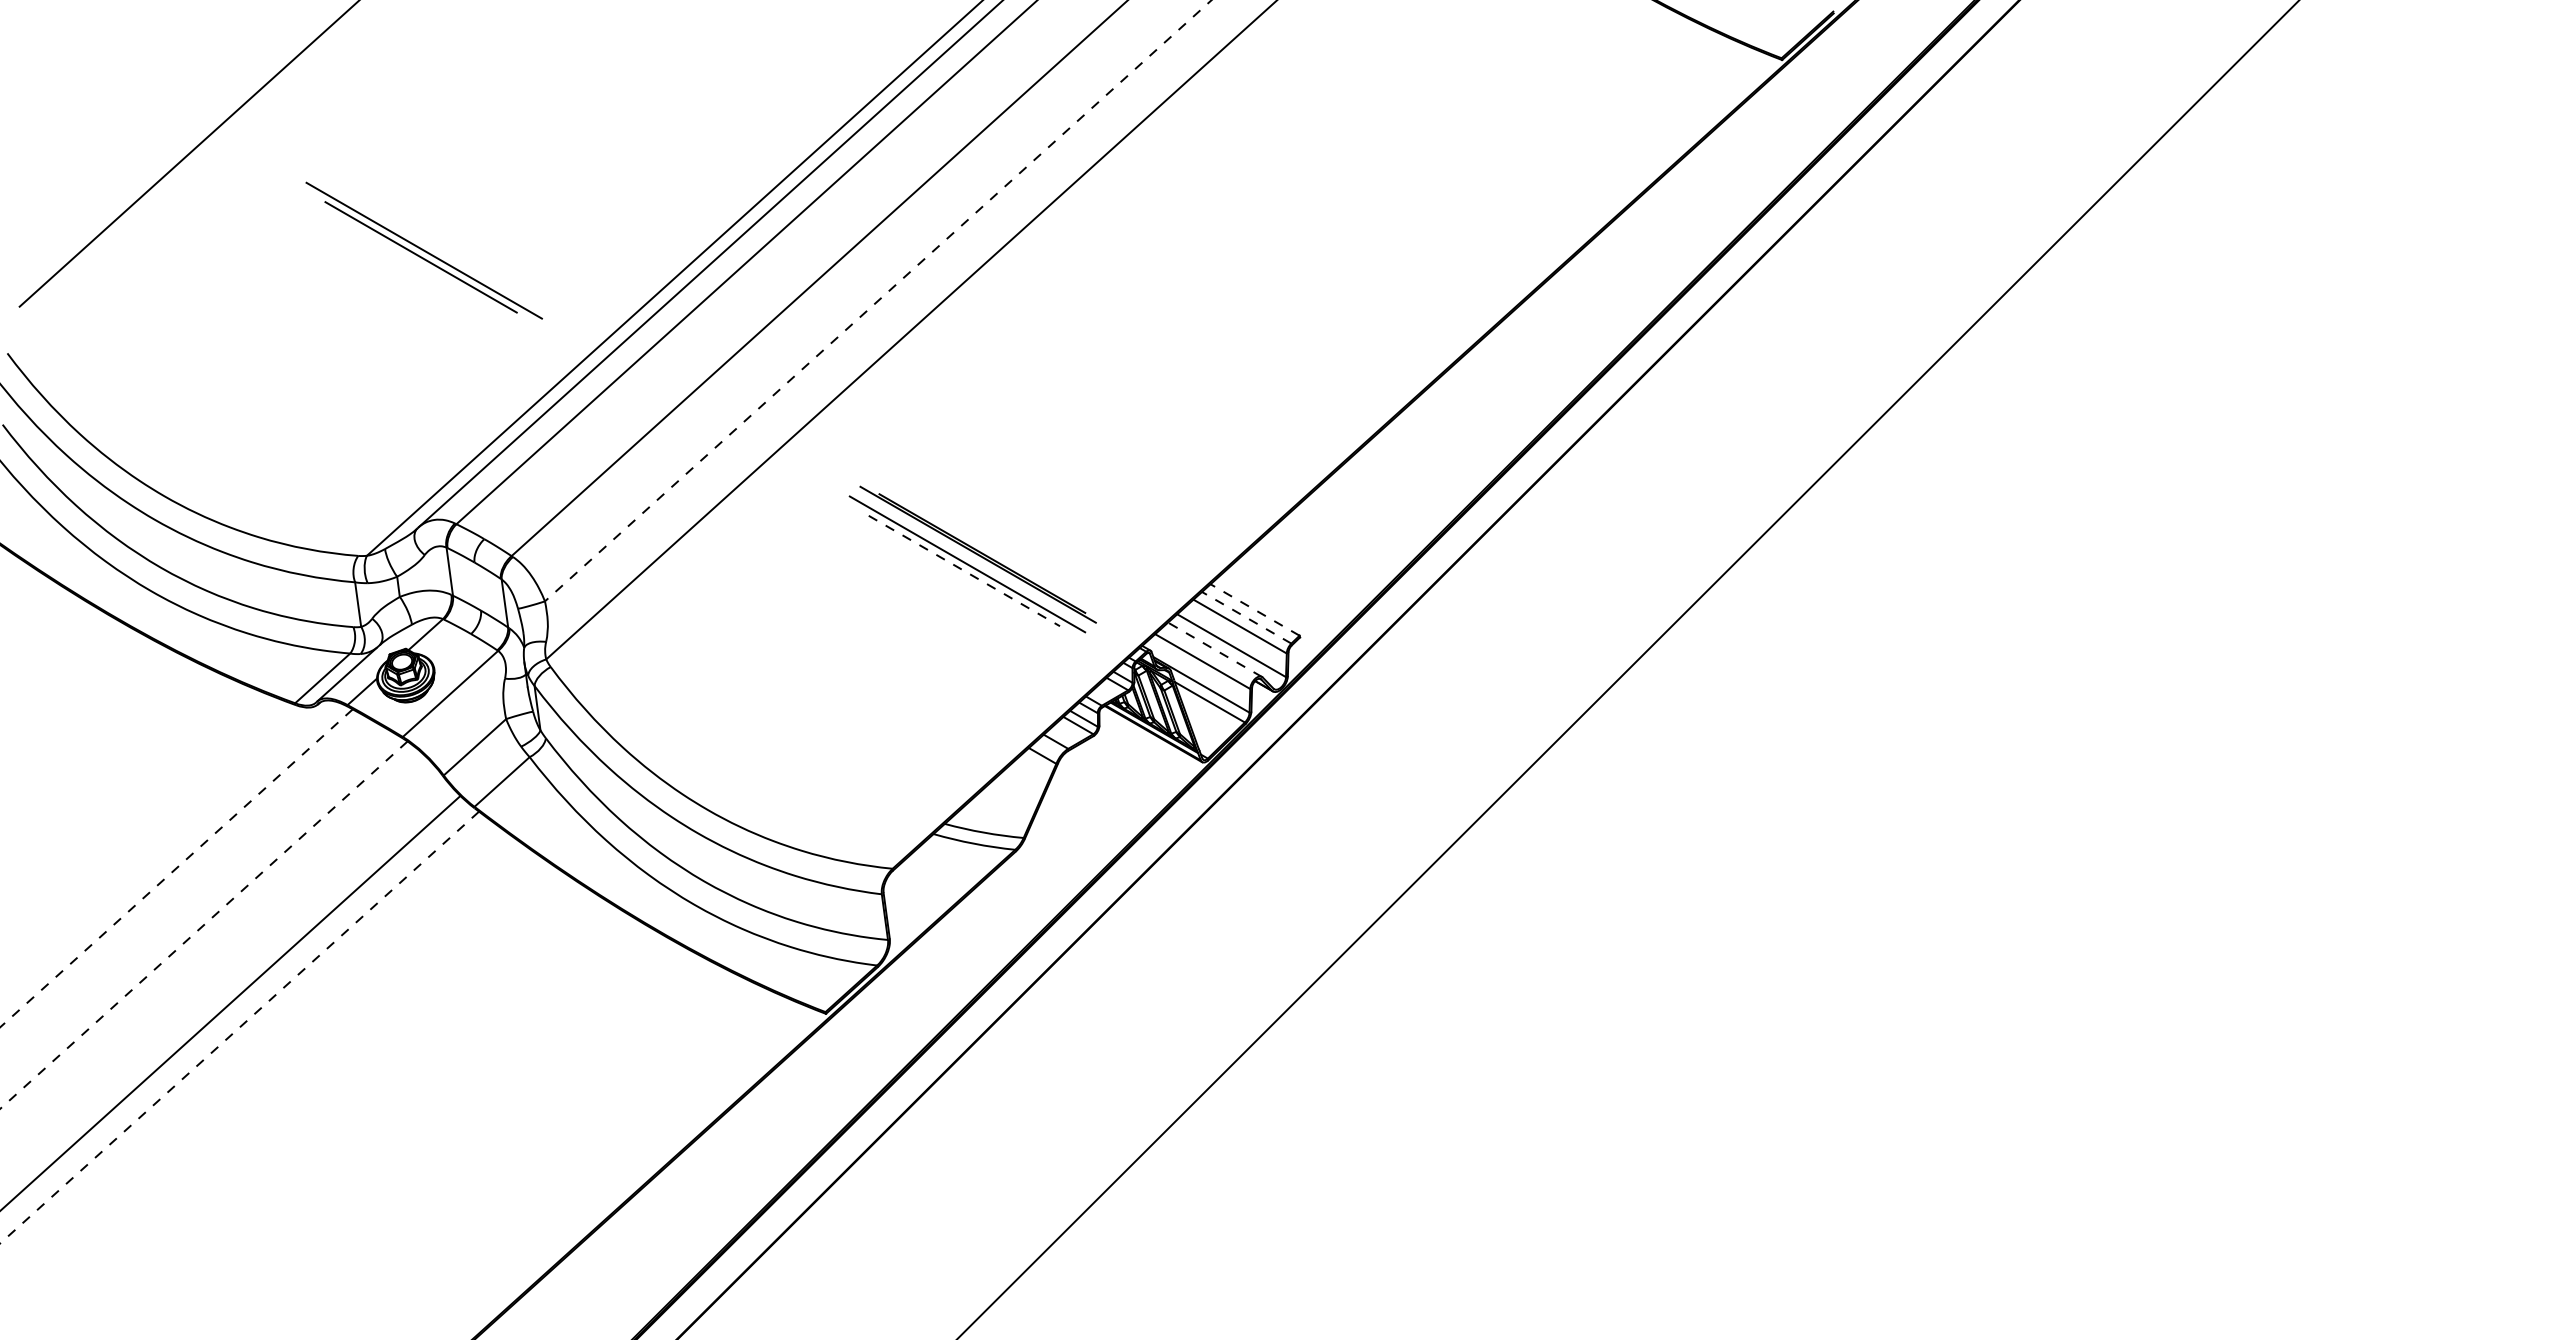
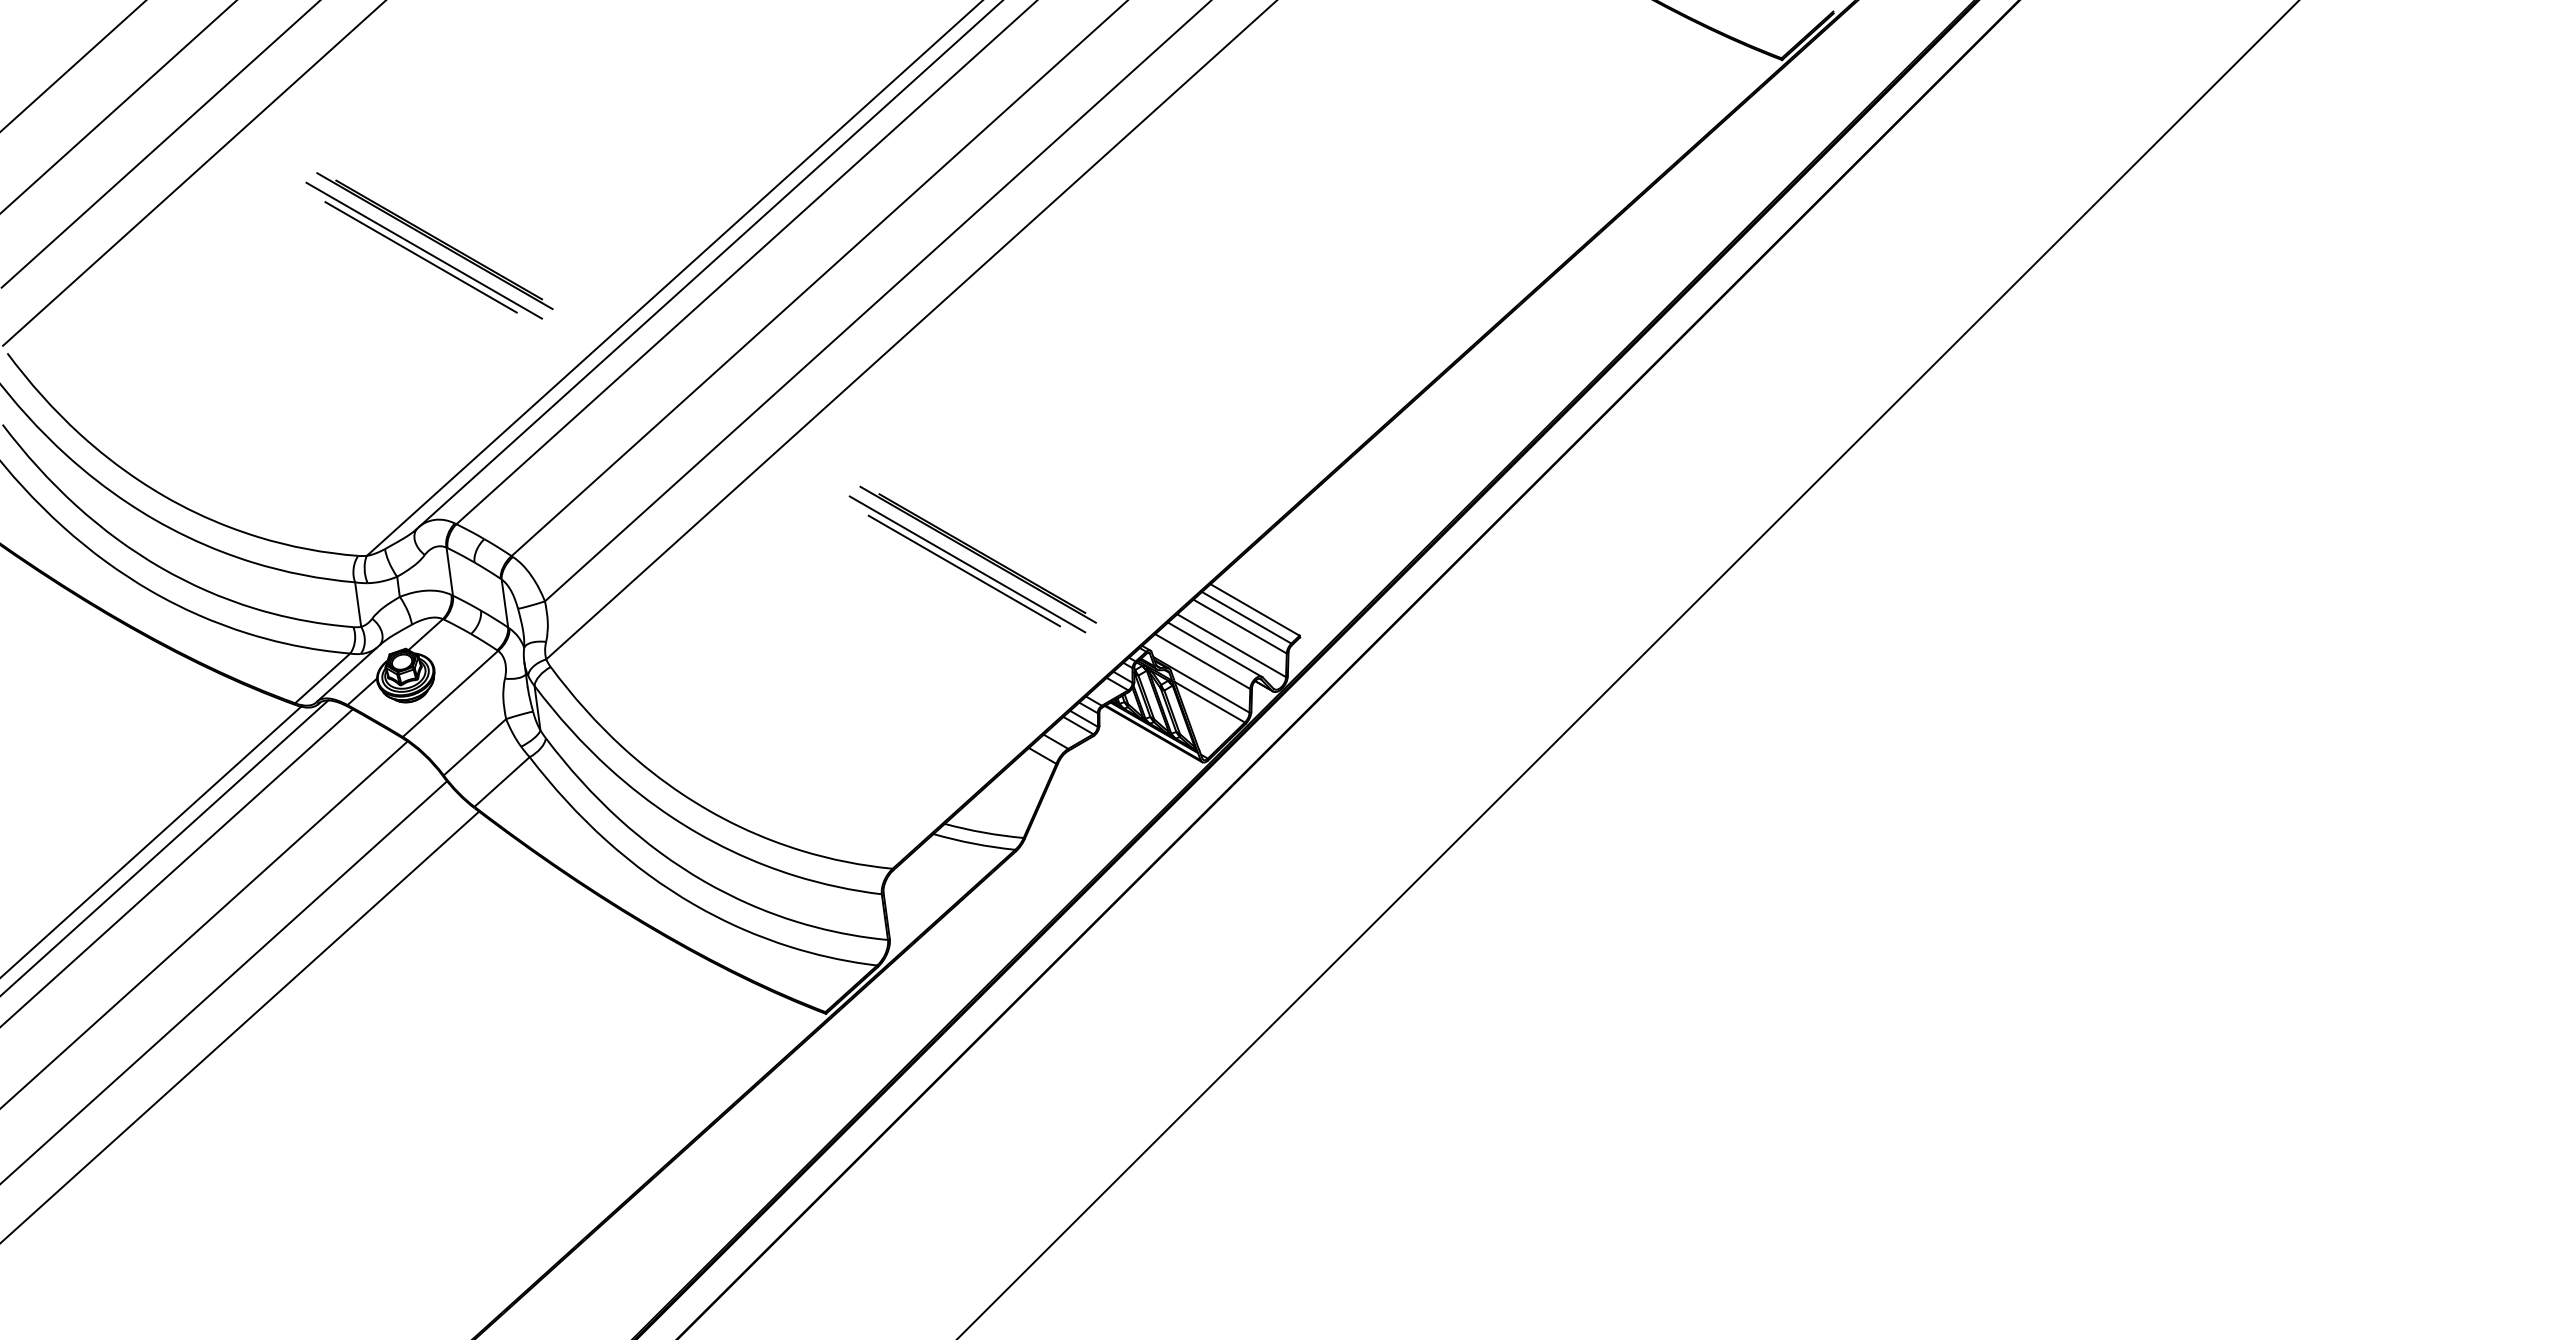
line at (73, 66): none -> present
line at (118, 106): none -> present
line at (188, 154) position: (188, 154) -> (160, 144)
line at (193, 173): none -> present
part at (434, 241): none -> present
line at (878, 300): dashed -> solid
line at (964, 571): dashed -> solid
line at (1254, 609): dashed -> solid
line at (1246, 617): dashed -> solid
line at (1214, 649): dashed -> solid
line at (151, 841): none -> present
line at (165, 847): none -> present
line at (176, 868): dashed -> solid
line at (203, 925): dashed -> solid
line at (231, 1002) position: (231, 1002) -> (224, 981)
line at (239, 1027): dashed -> solid
